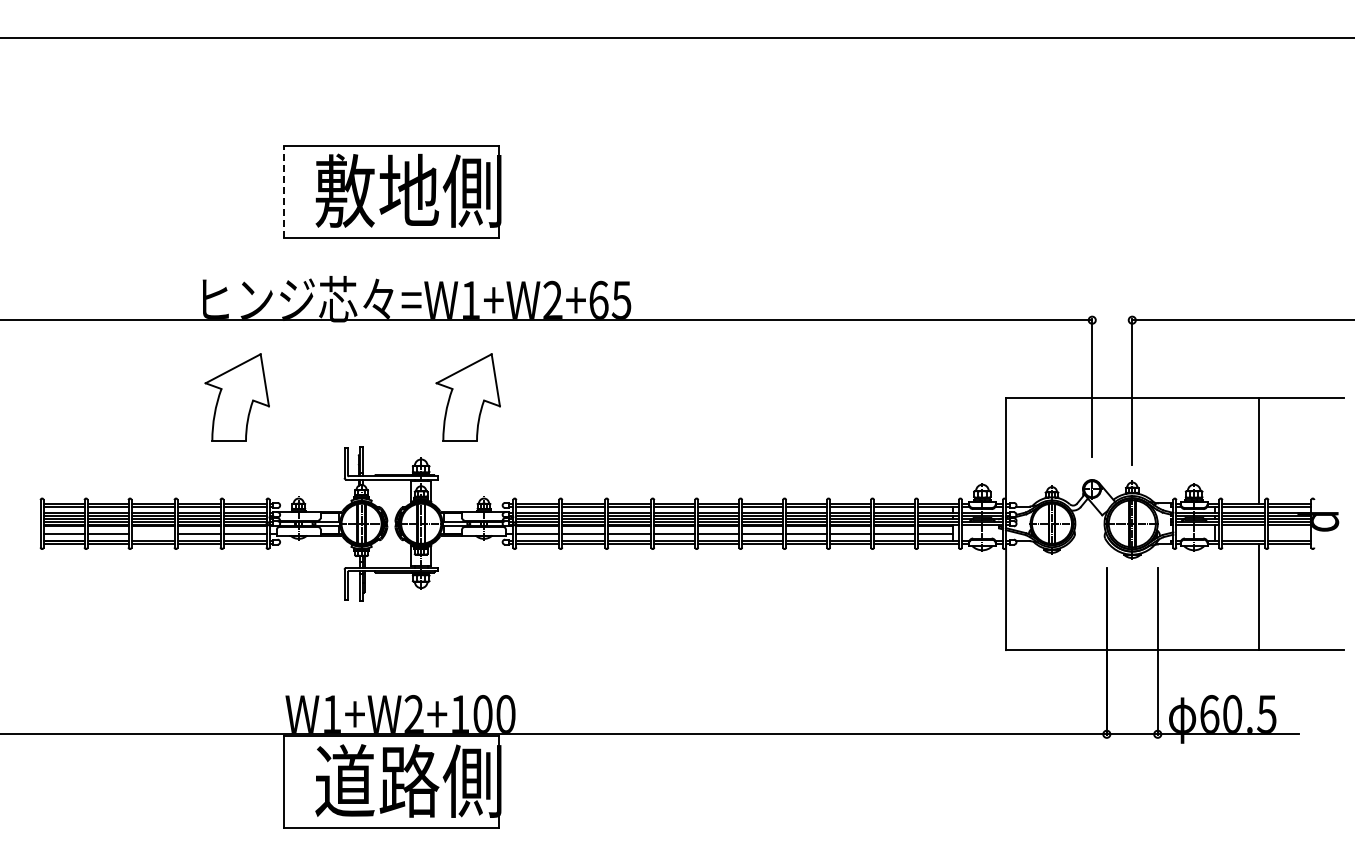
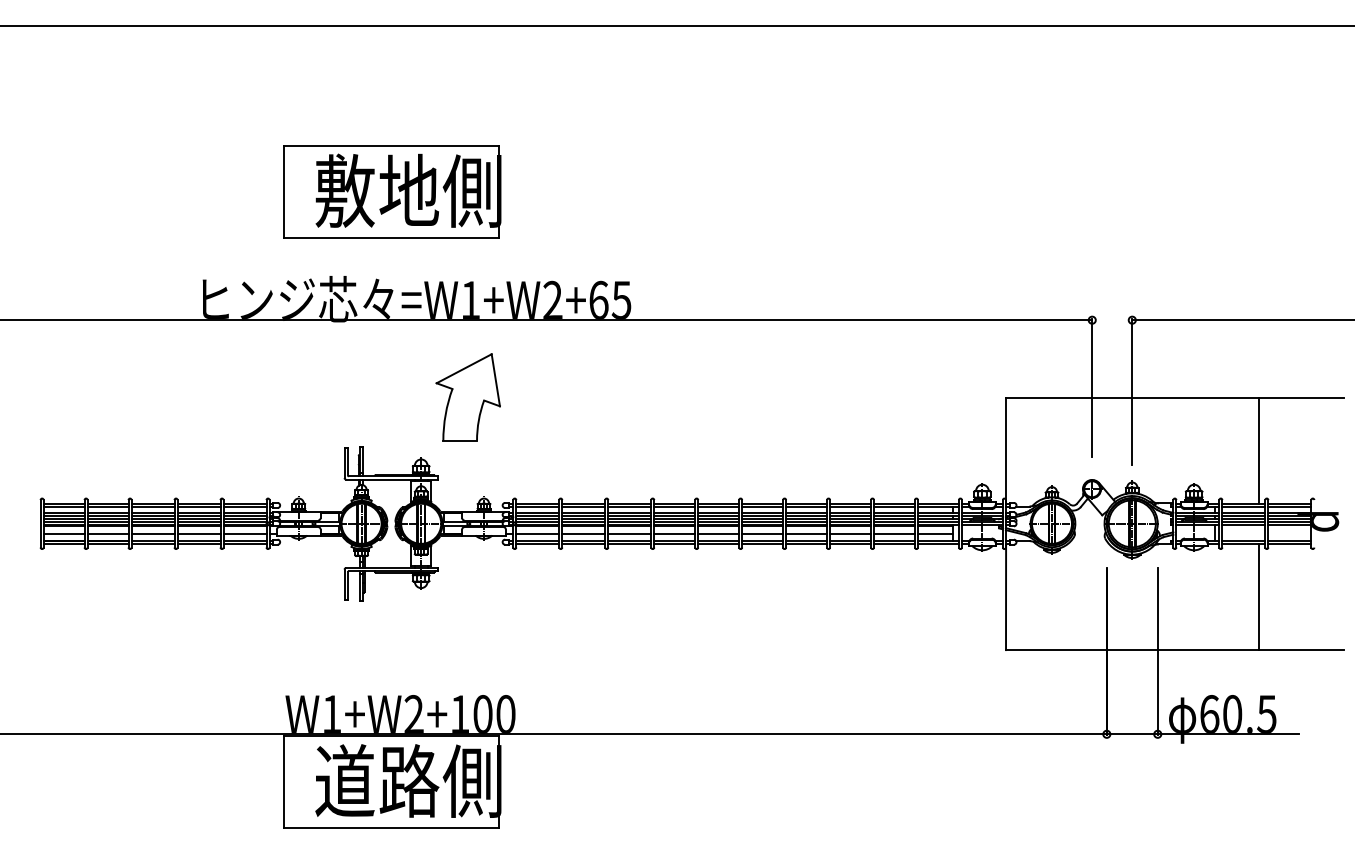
line at (676, 37) position: (676, 37) -> (676, 25)
line at (284, 191): dashed -> solid
part at (236, 397): present -> none
line at (152, 534): none -> present
